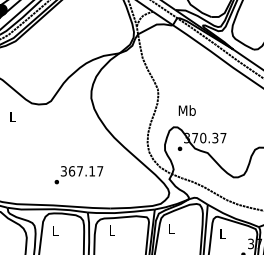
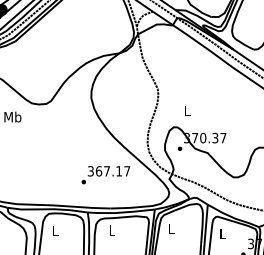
text at (186, 110): Mb -> L
text at (12, 116): L -> Mb
text at (78, 175) position: (78, 175) -> (105, 175)
